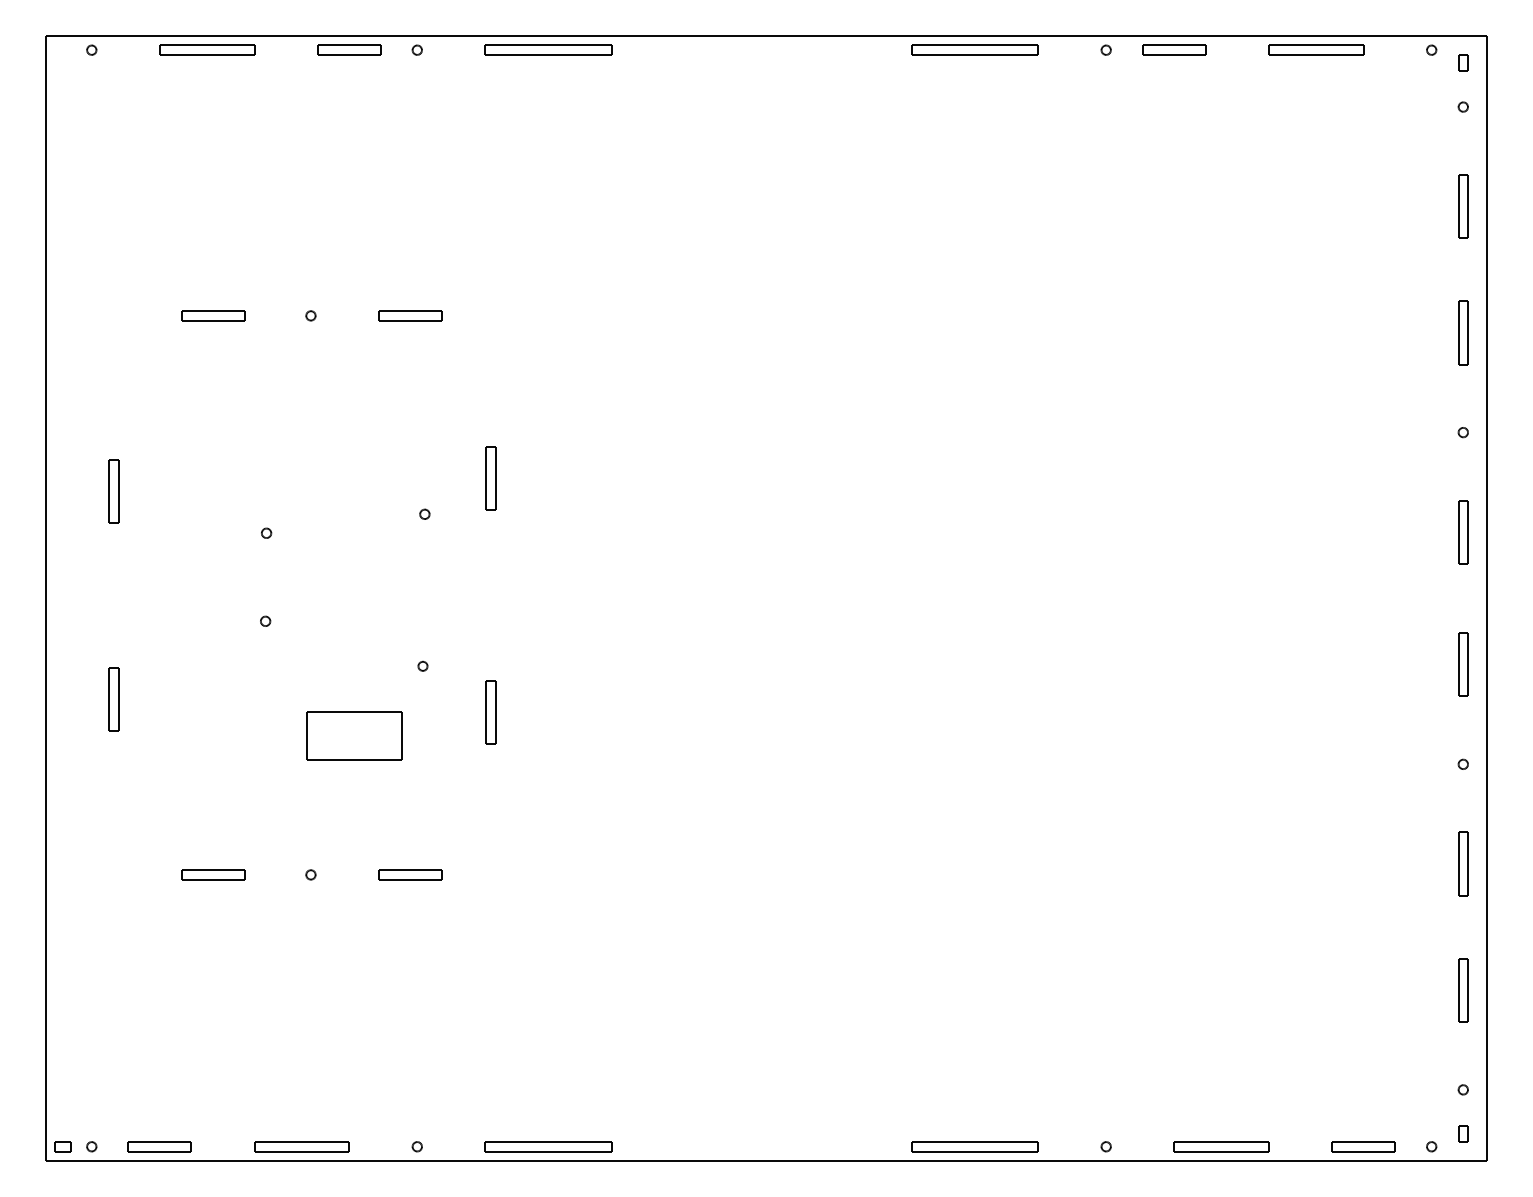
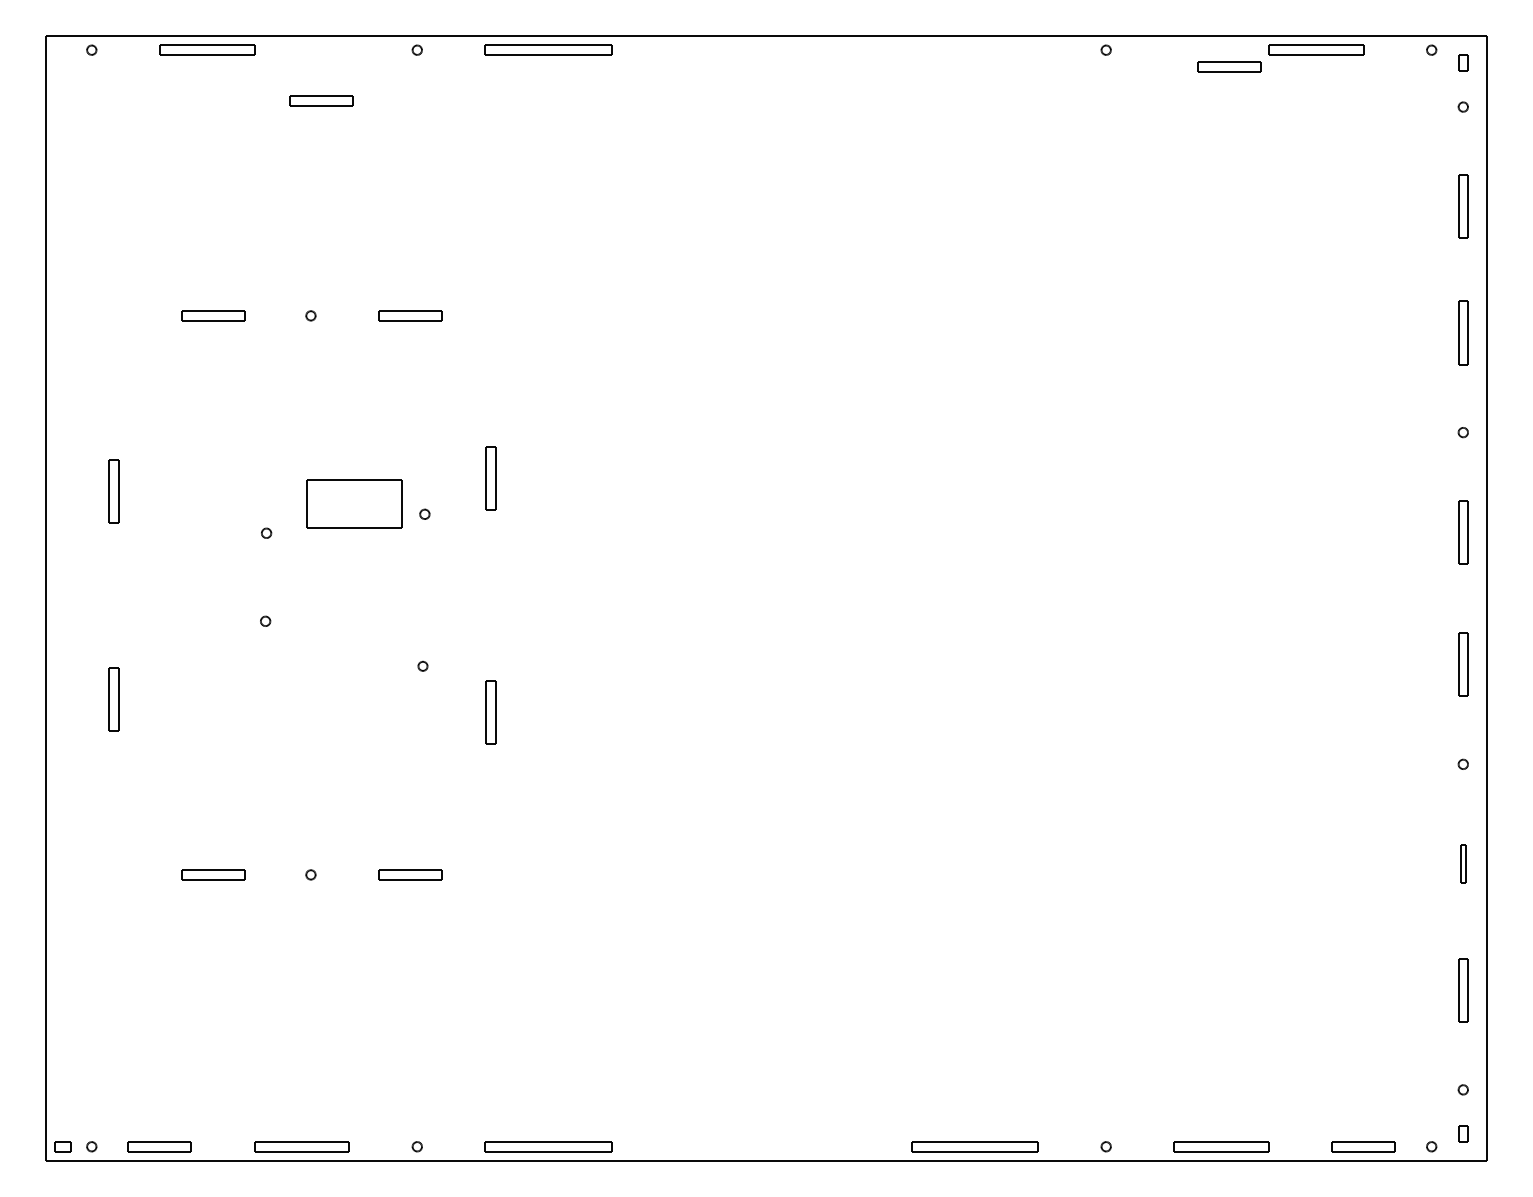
part at (349, 49) position: (349, 49) -> (321, 100)
part at (974, 49): present -> none
part at (1174, 49) position: (1174, 49) -> (1229, 66)
part at (354, 735) position: (354, 735) -> (354, 503)
part at (1463, 863) size: 11x66 px -> 7x40 px
